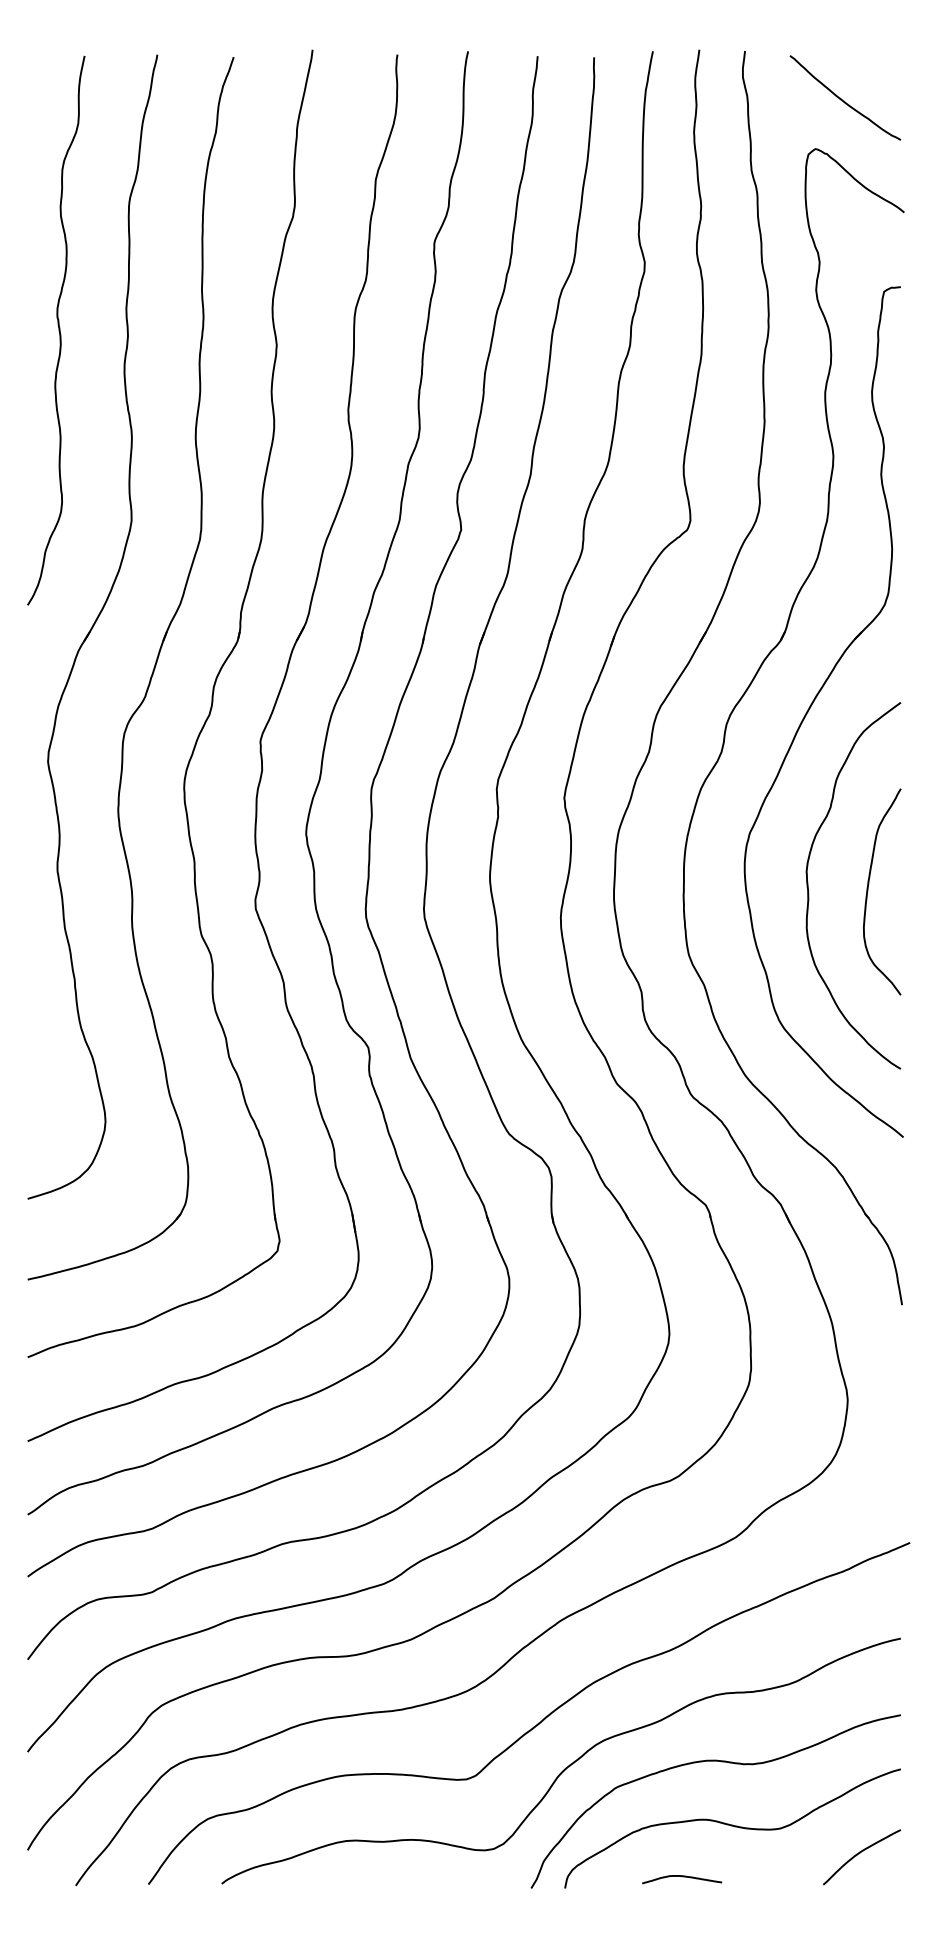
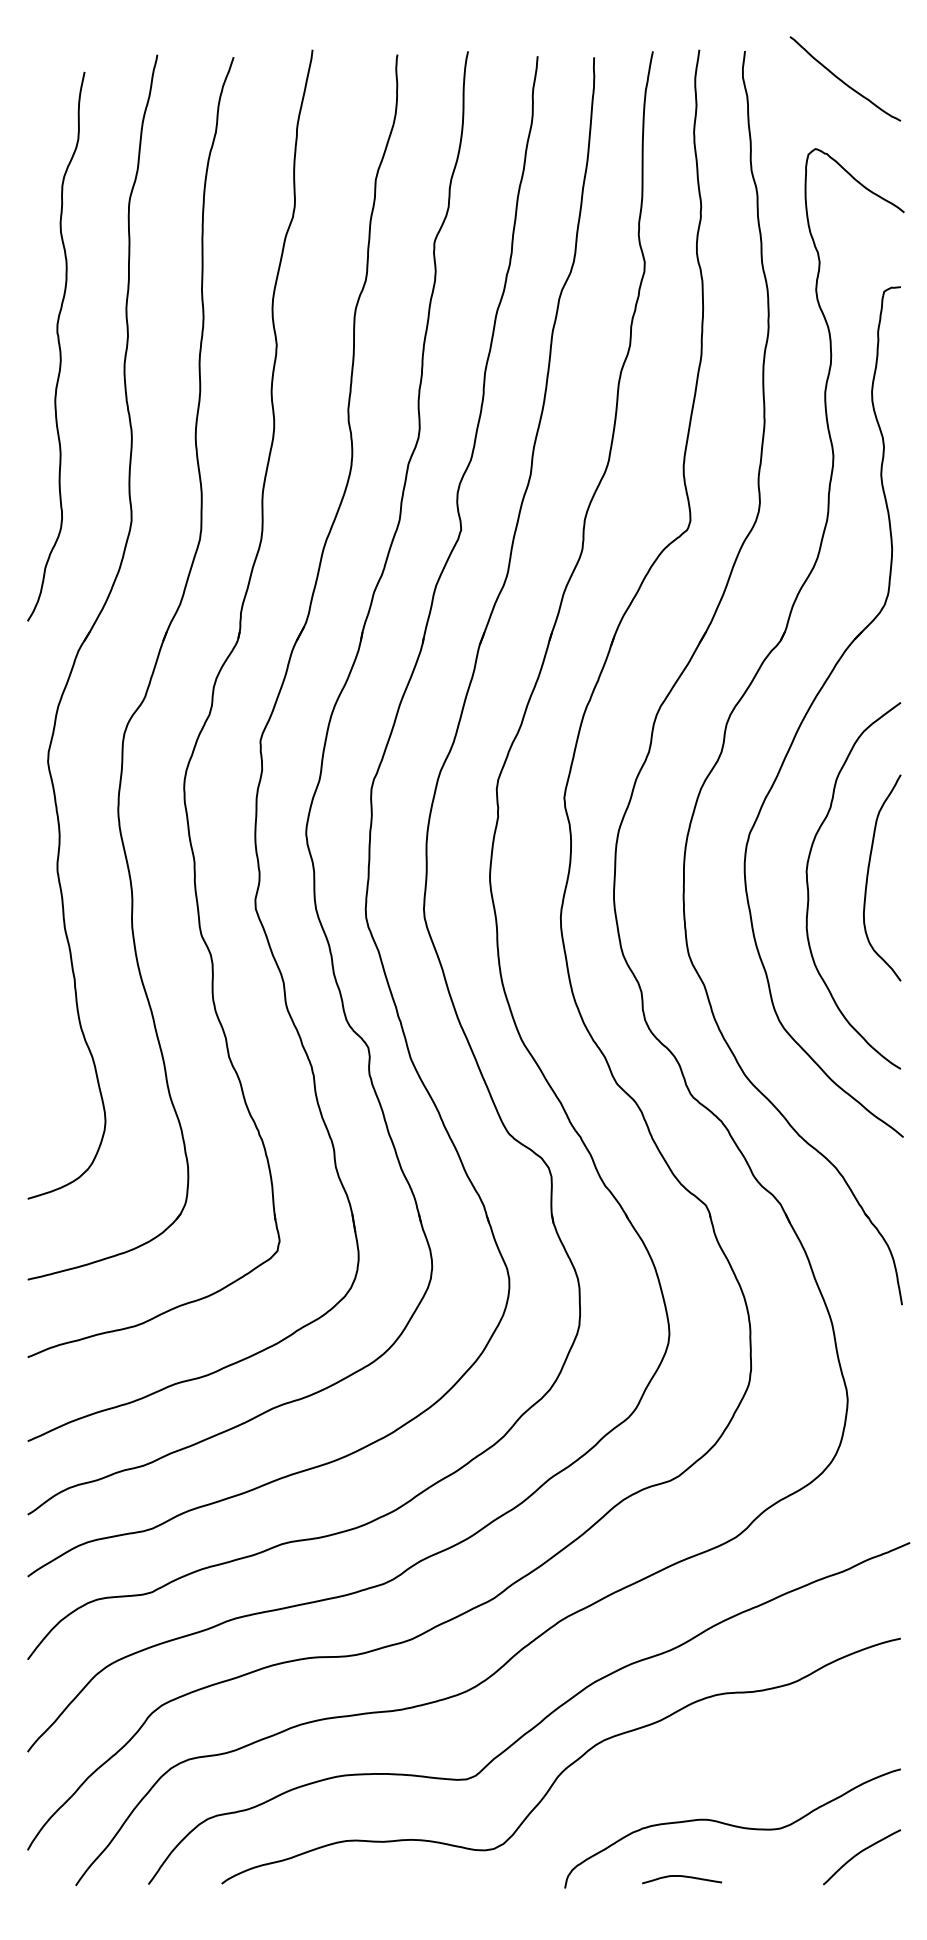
curve at (844, 100) position: (844, 100) -> (844, 81)
curve at (58, 330) position: (58, 330) -> (58, 346)
curve at (868, 891) position: (868, 891) -> (868, 877)
curve at (721, 1762): present -> none
